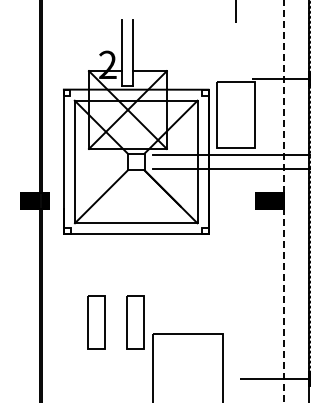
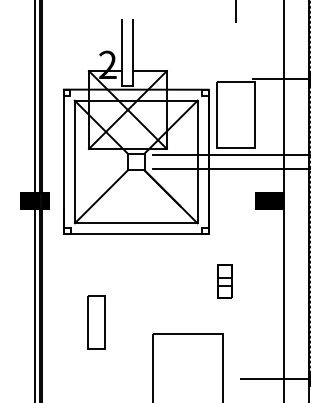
line at (34, 200): none -> present
line at (283, 201): dashed -> solid
part at (224, 281): none -> present
part at (135, 322): present -> none
